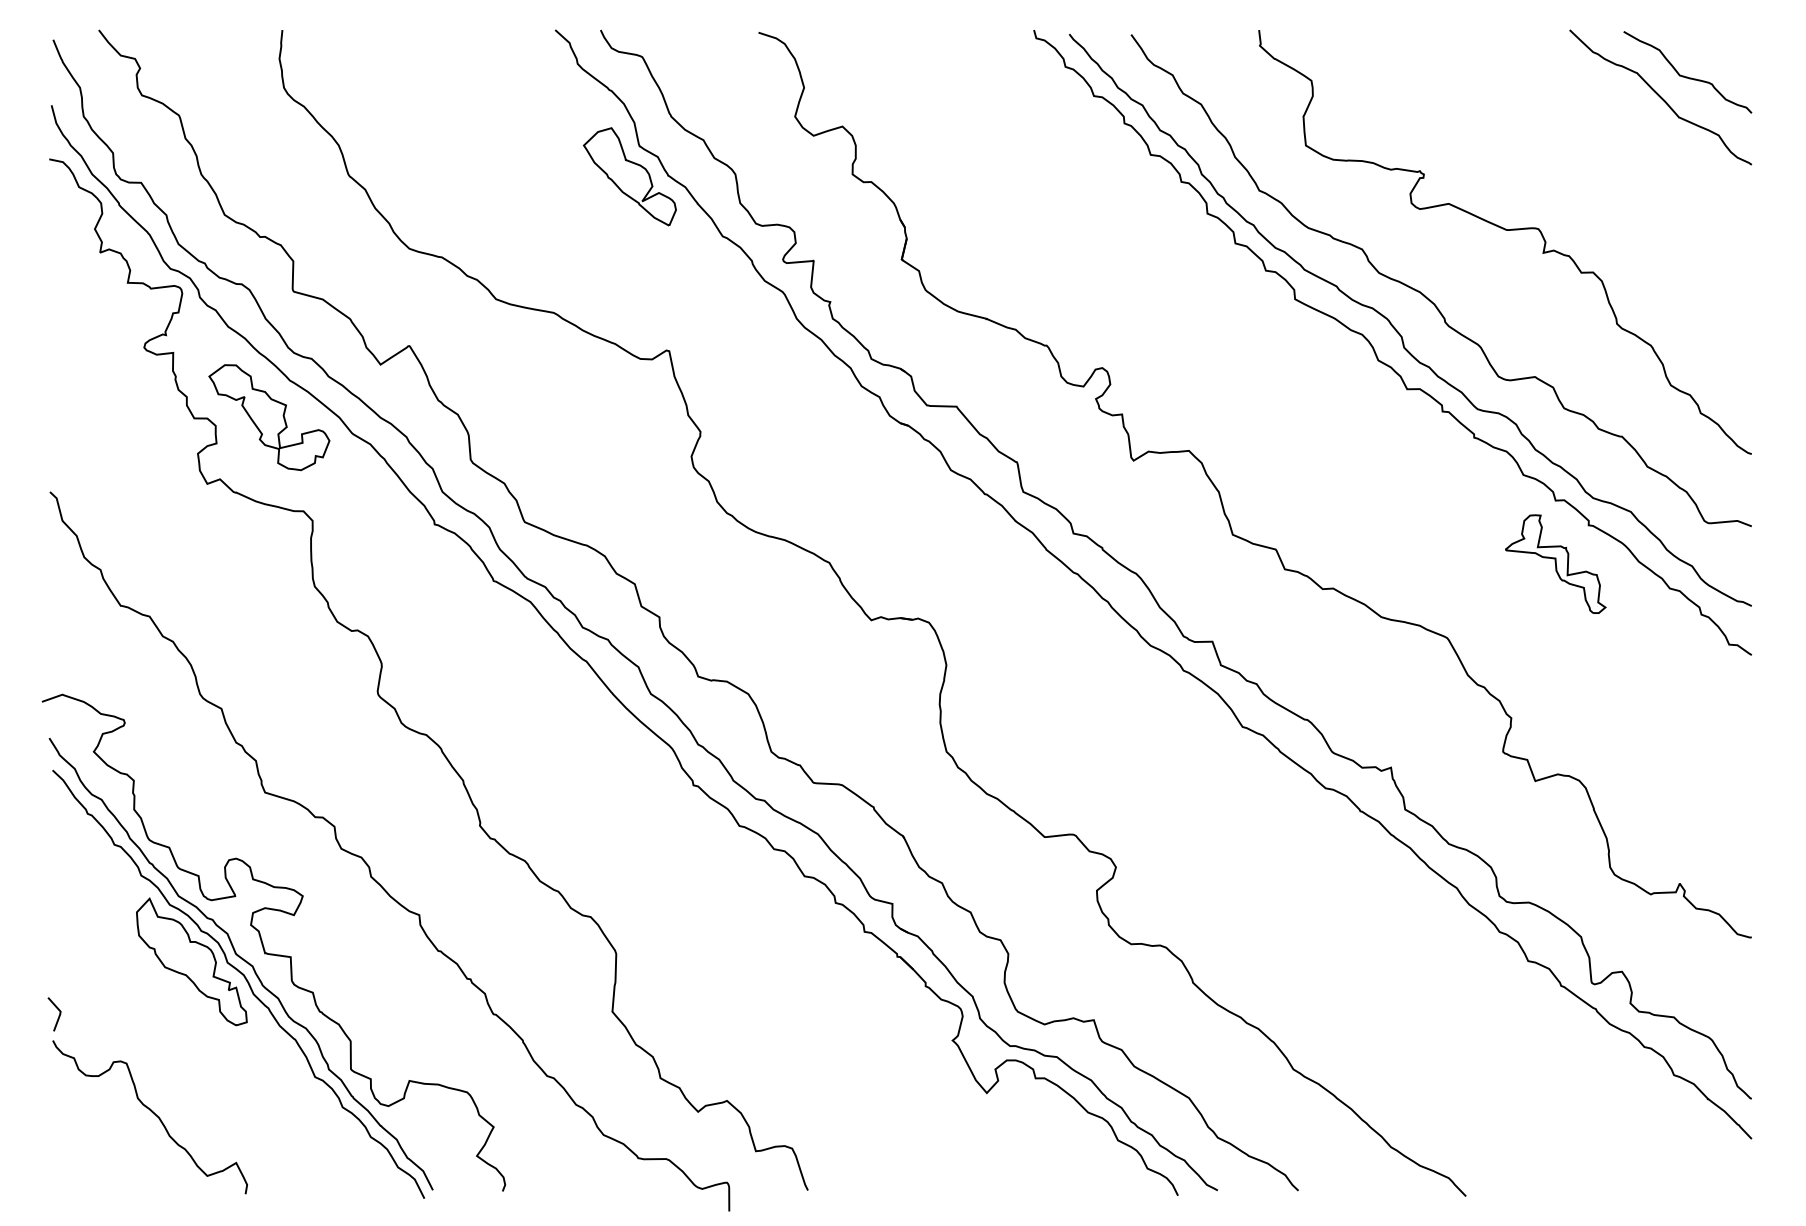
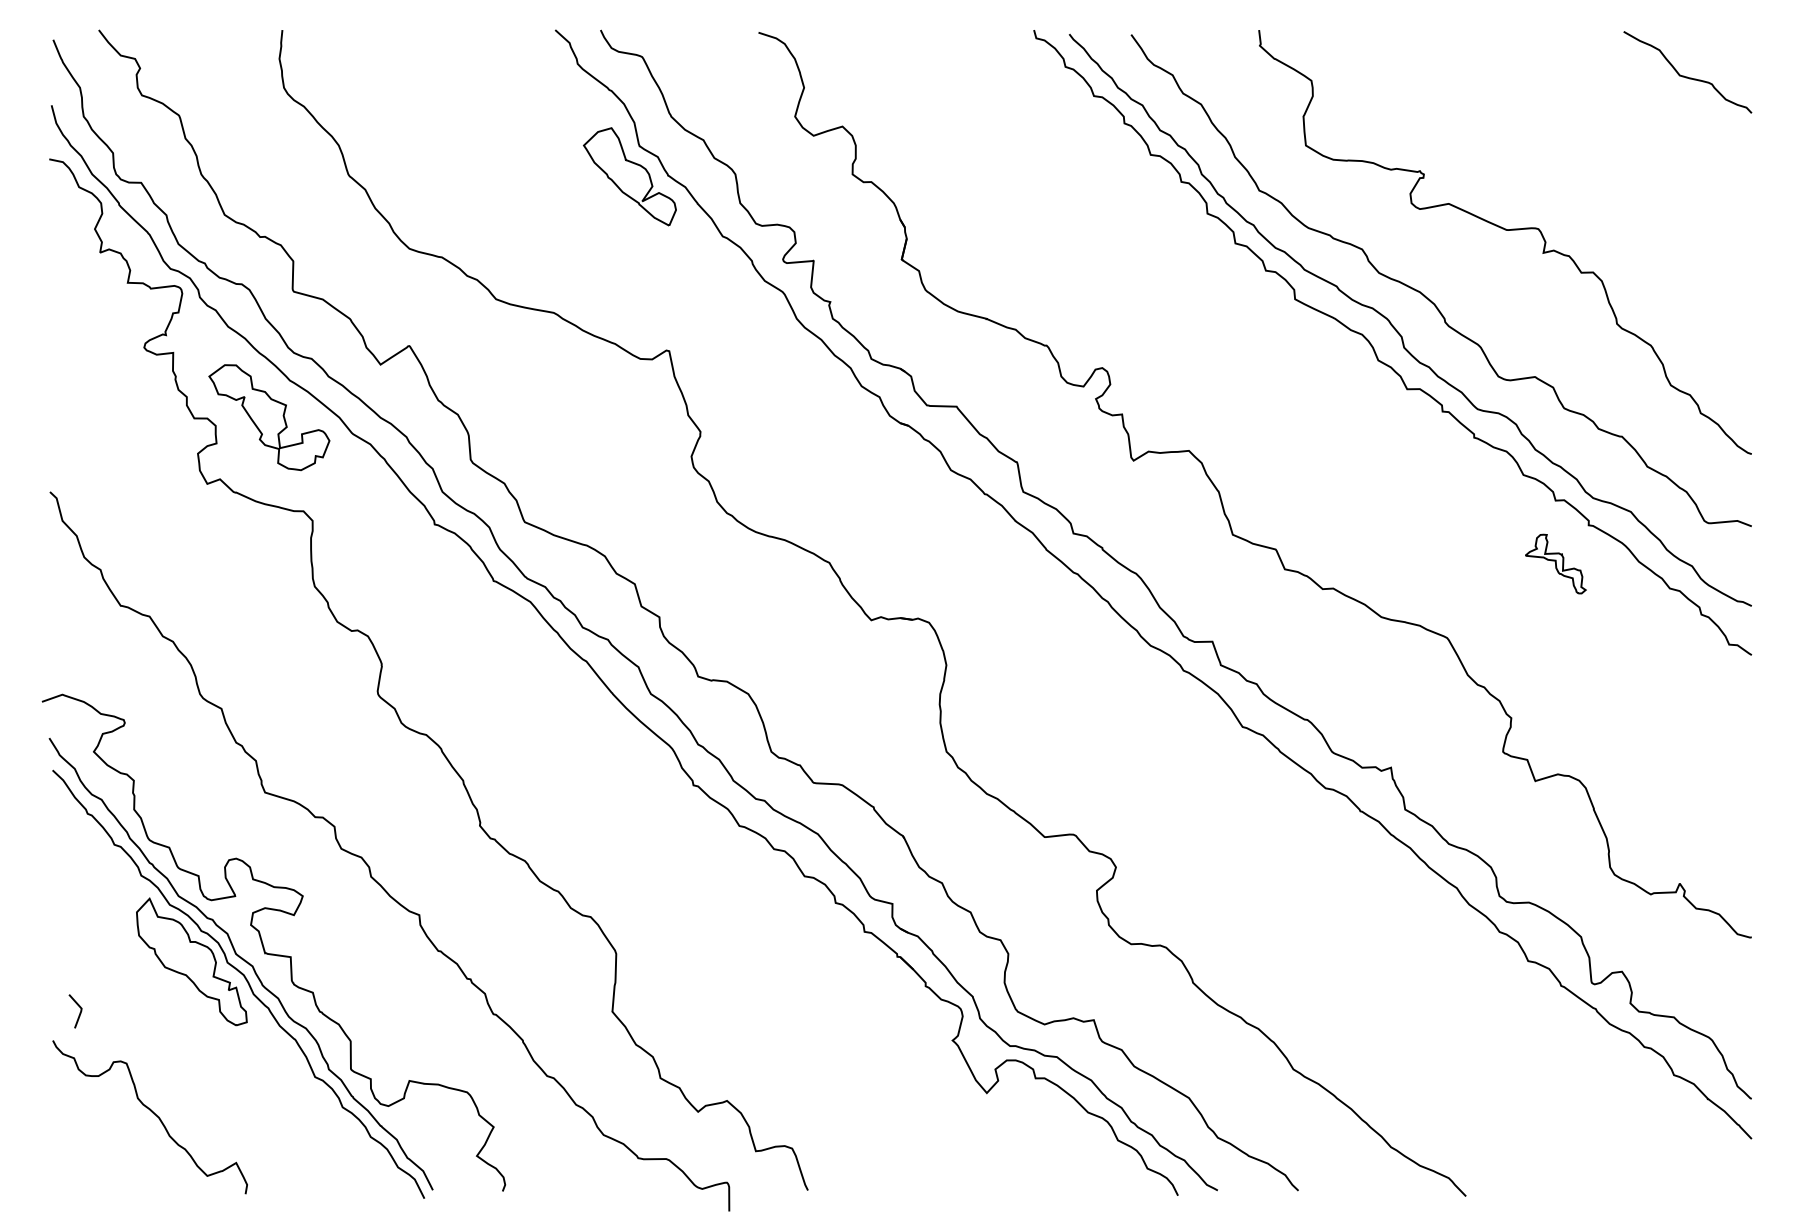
curve at (1660, 97): present -> none
part at (1555, 563) size: 102x100 px -> 62x62 px
line at (58, 1015) position: (58, 1015) -> (79, 1012)
